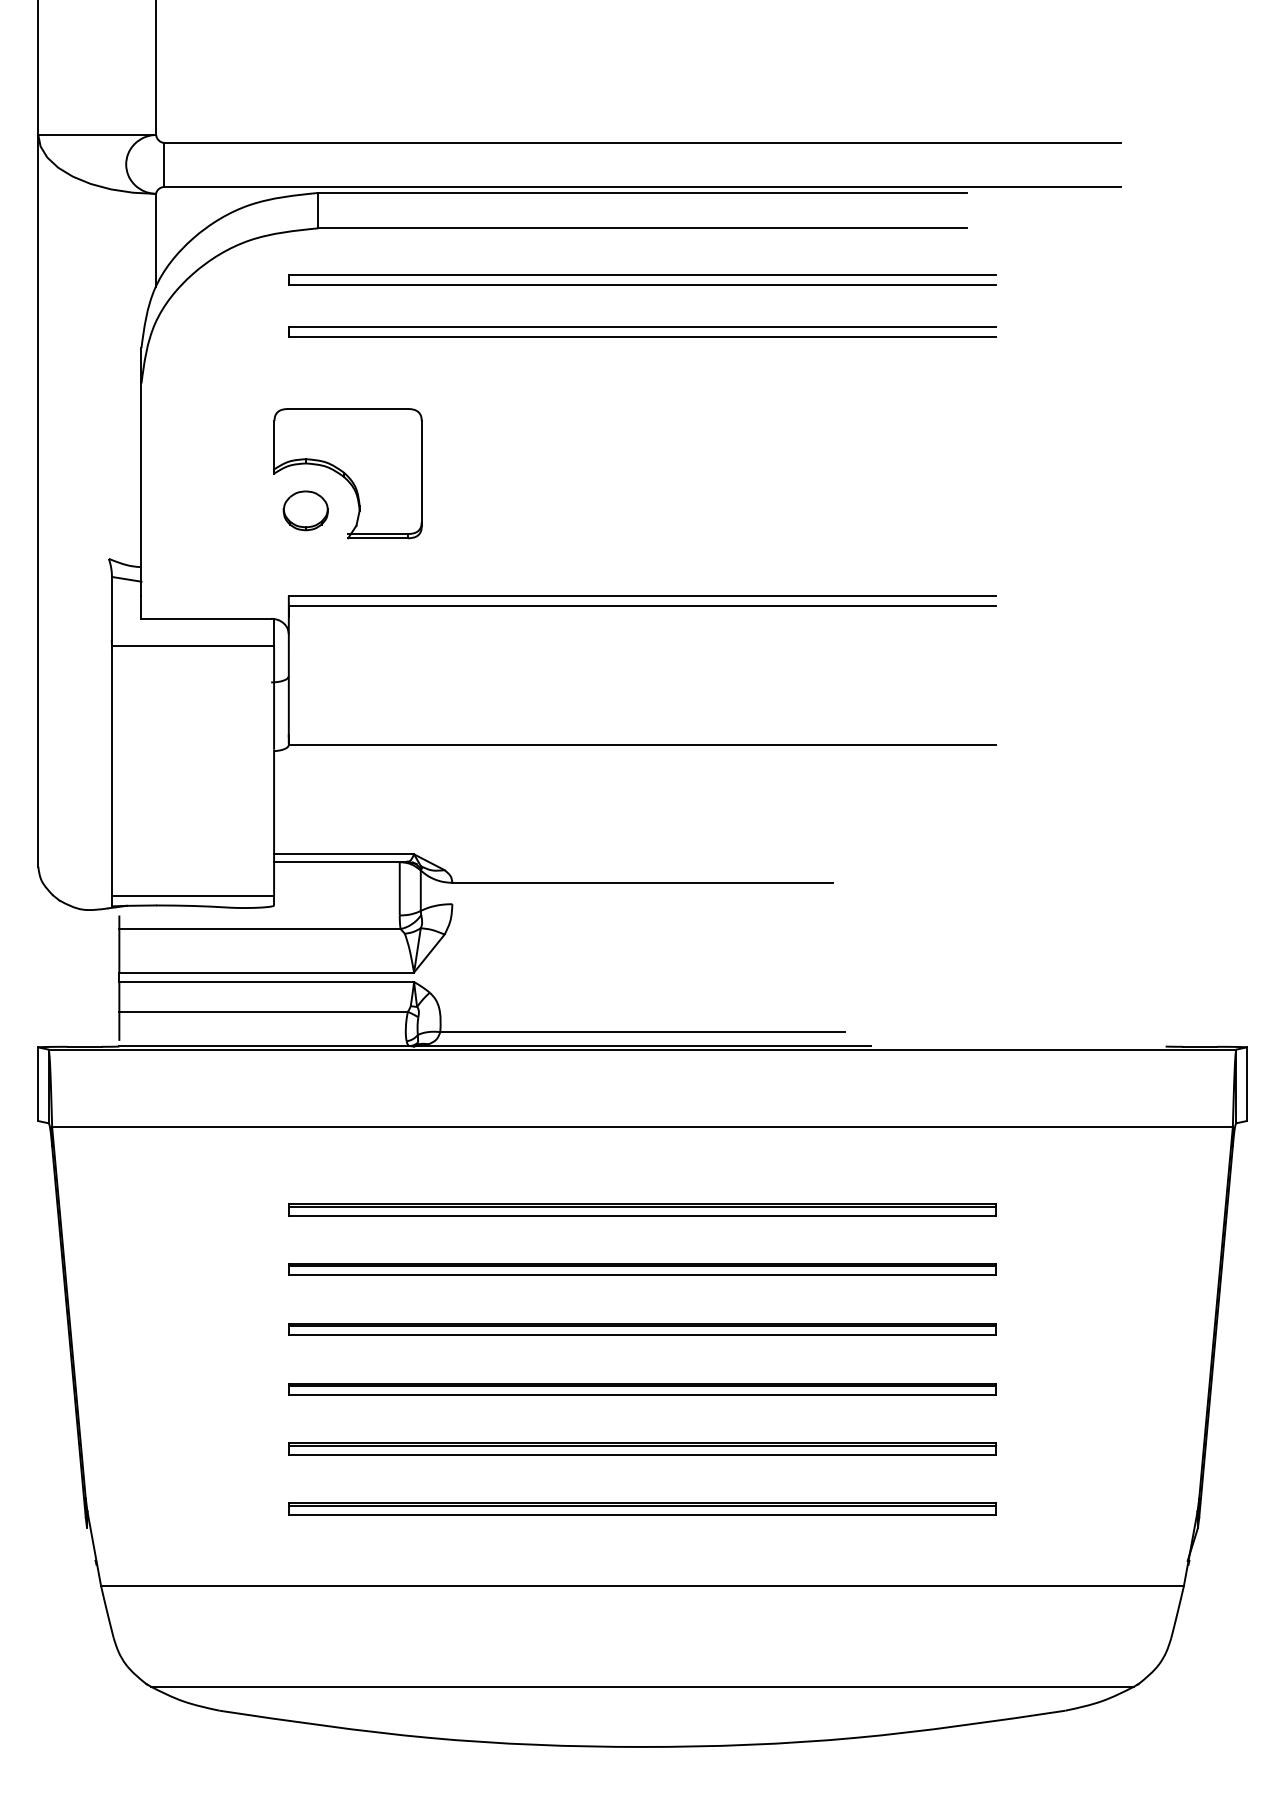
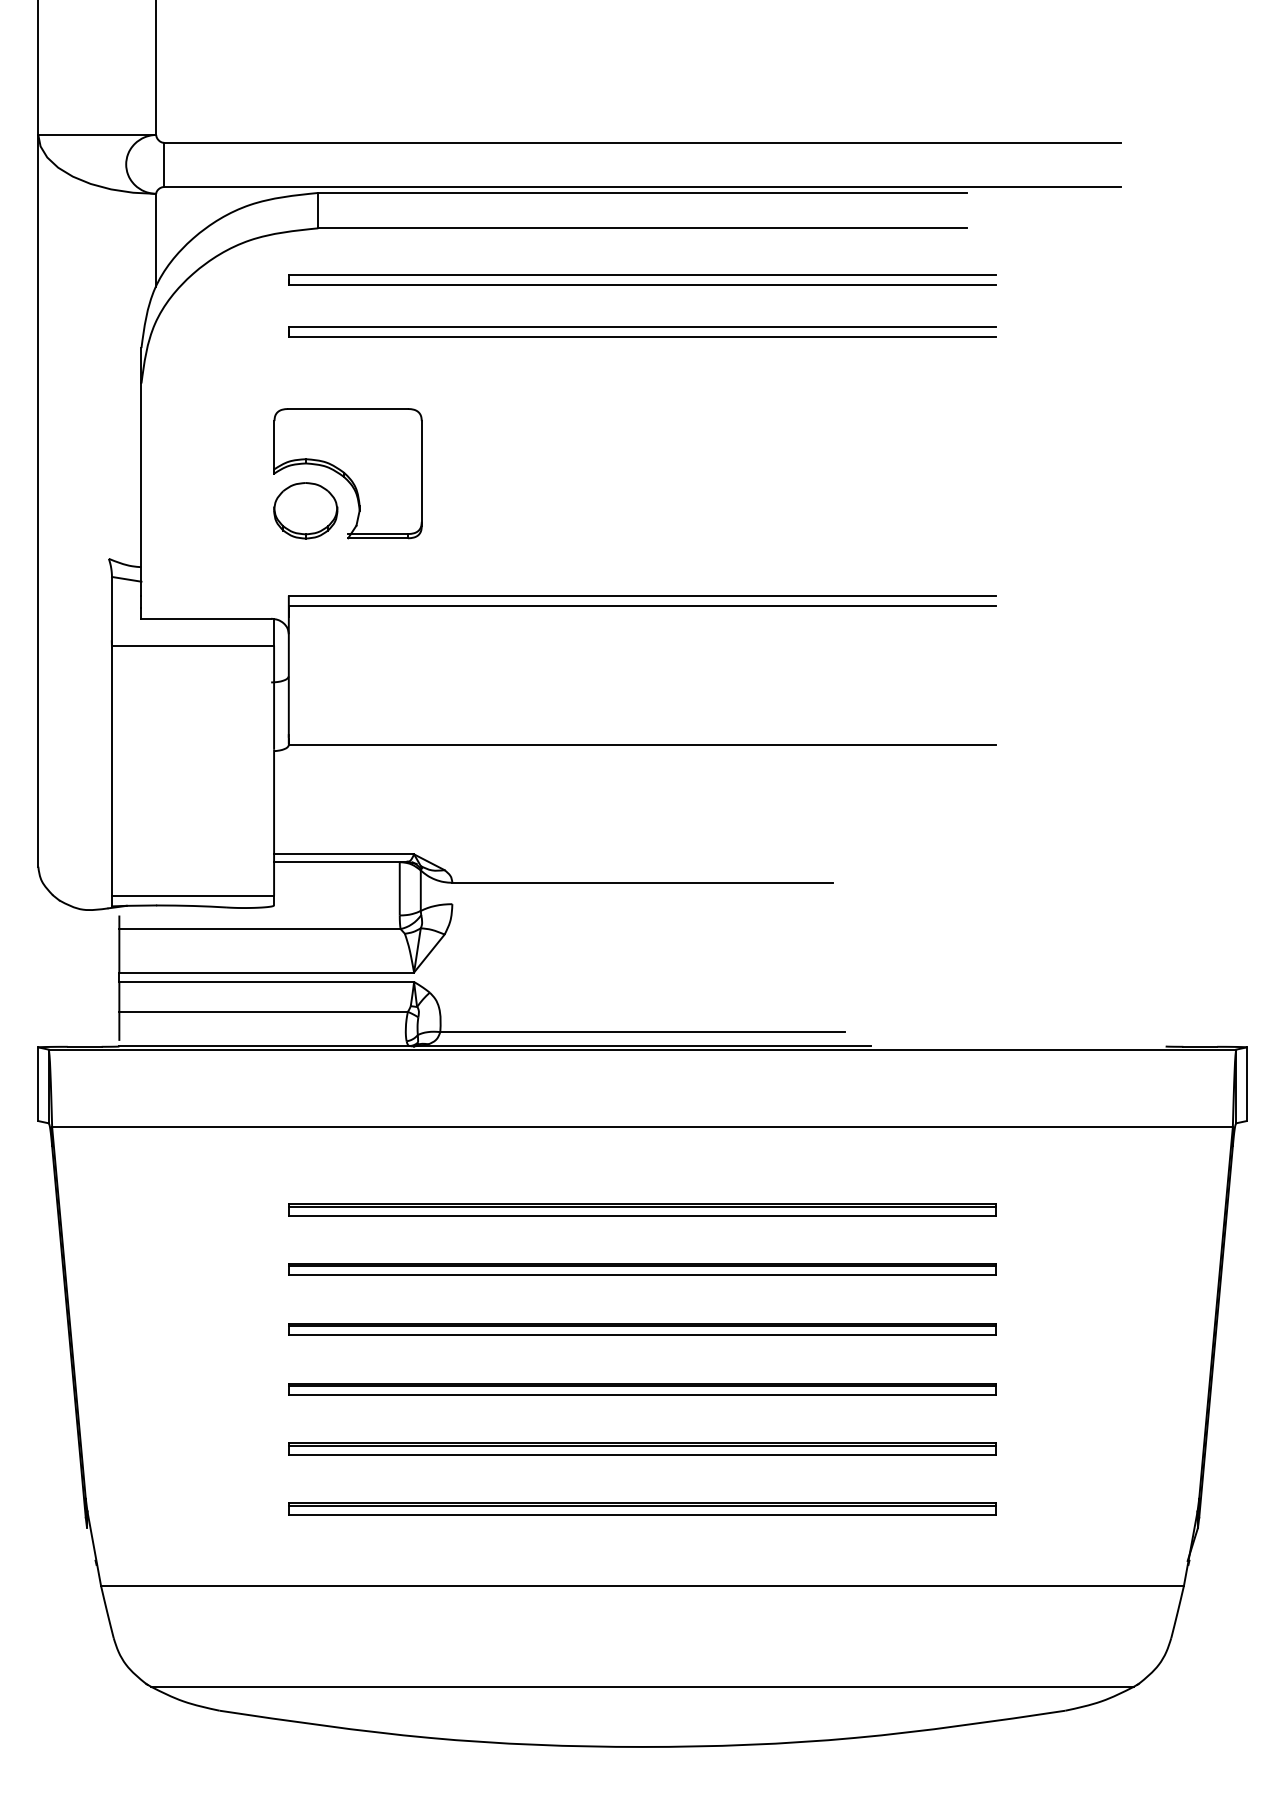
part at (305, 510) size: 47x42 px -> 66x58 px
